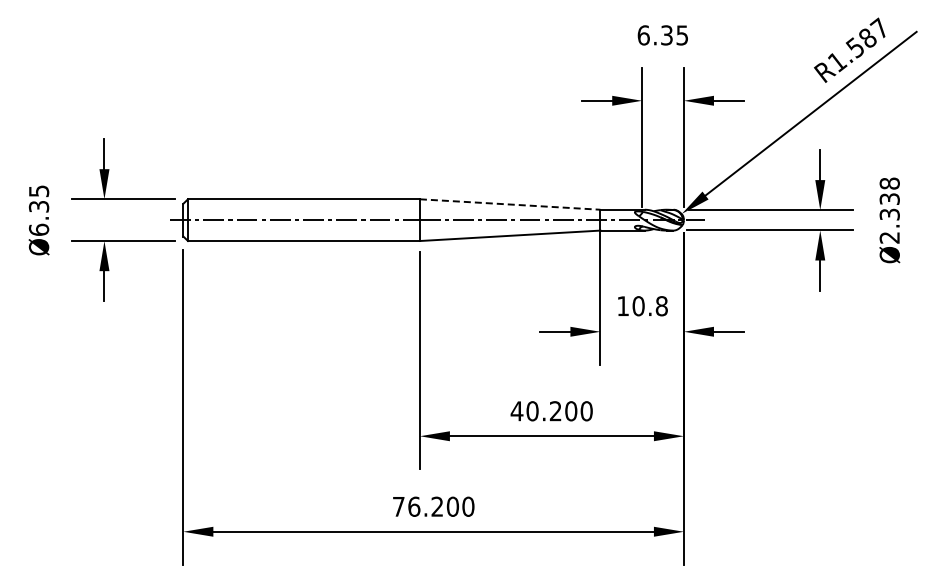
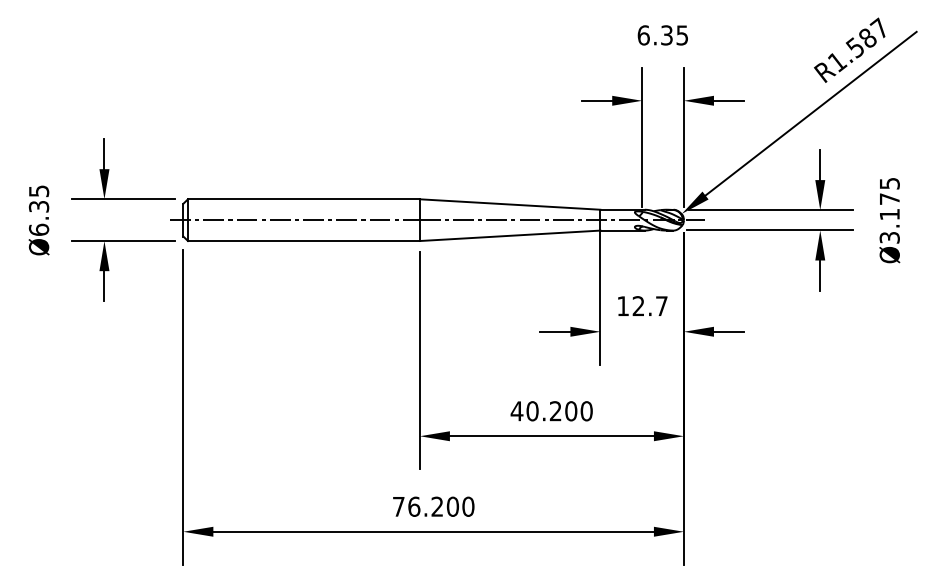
line at (510, 204): dashed -> solid
text at (889, 210): Ø2.338 -> Ø3.175
text at (649, 306): 10.8 -> 12.7
